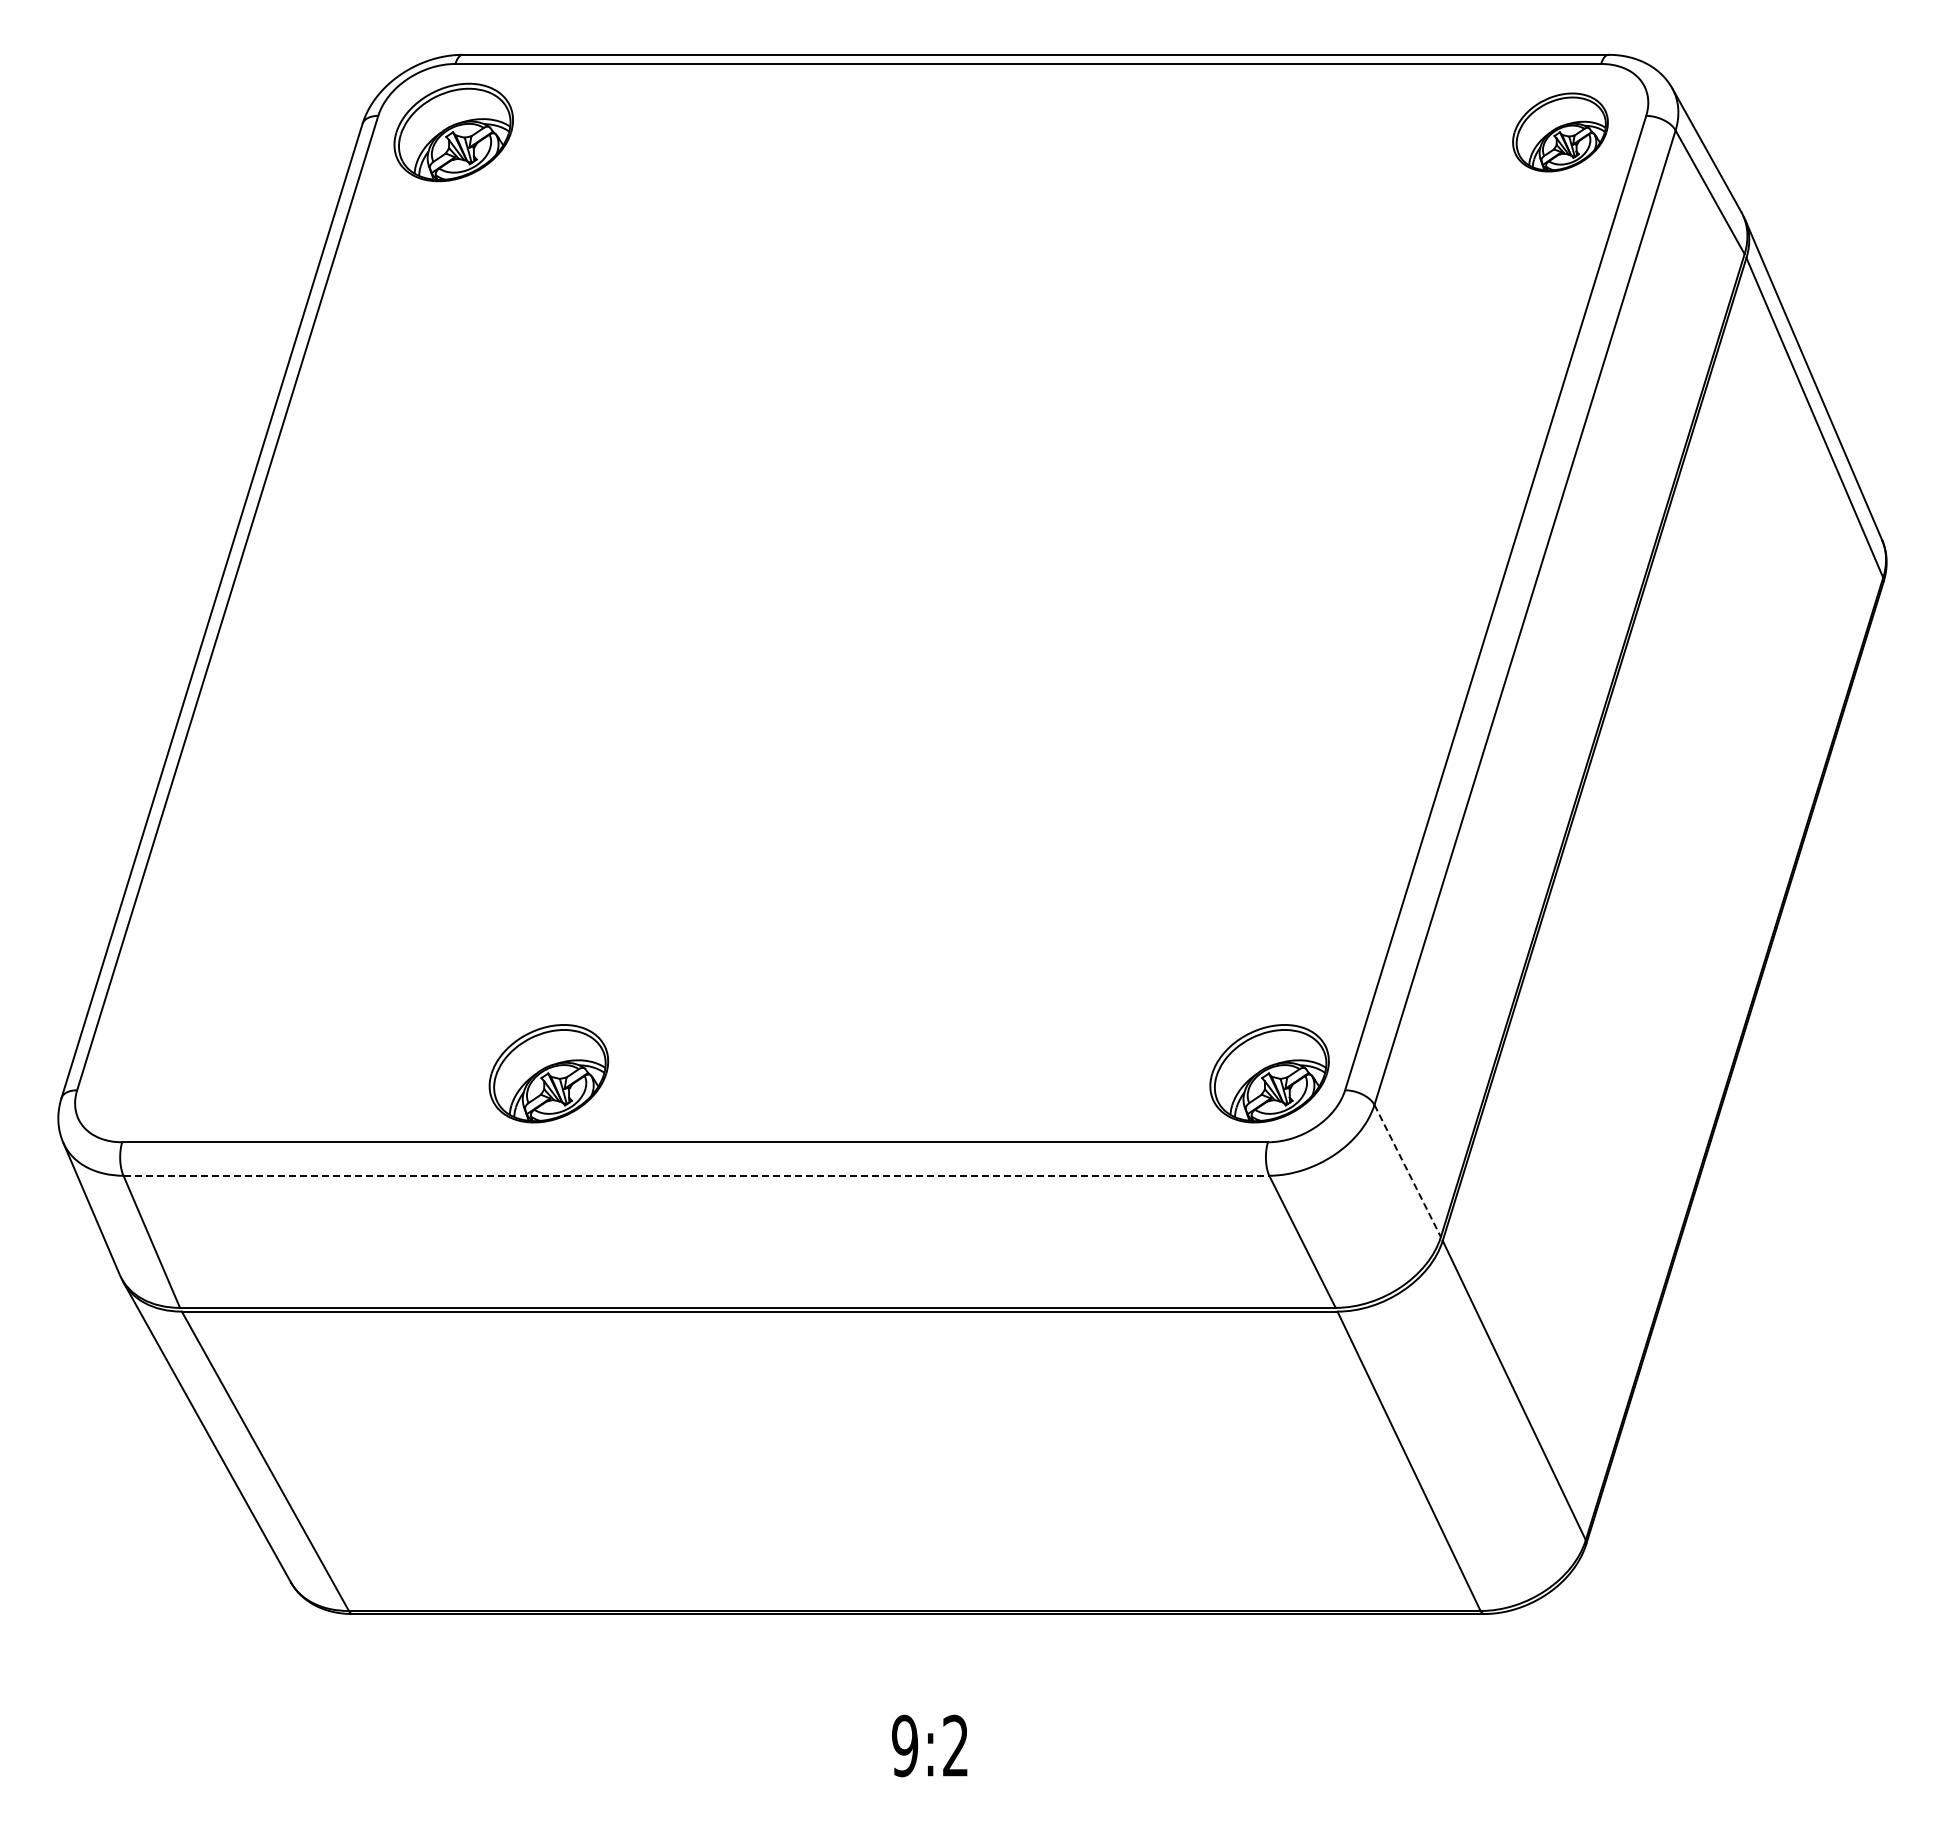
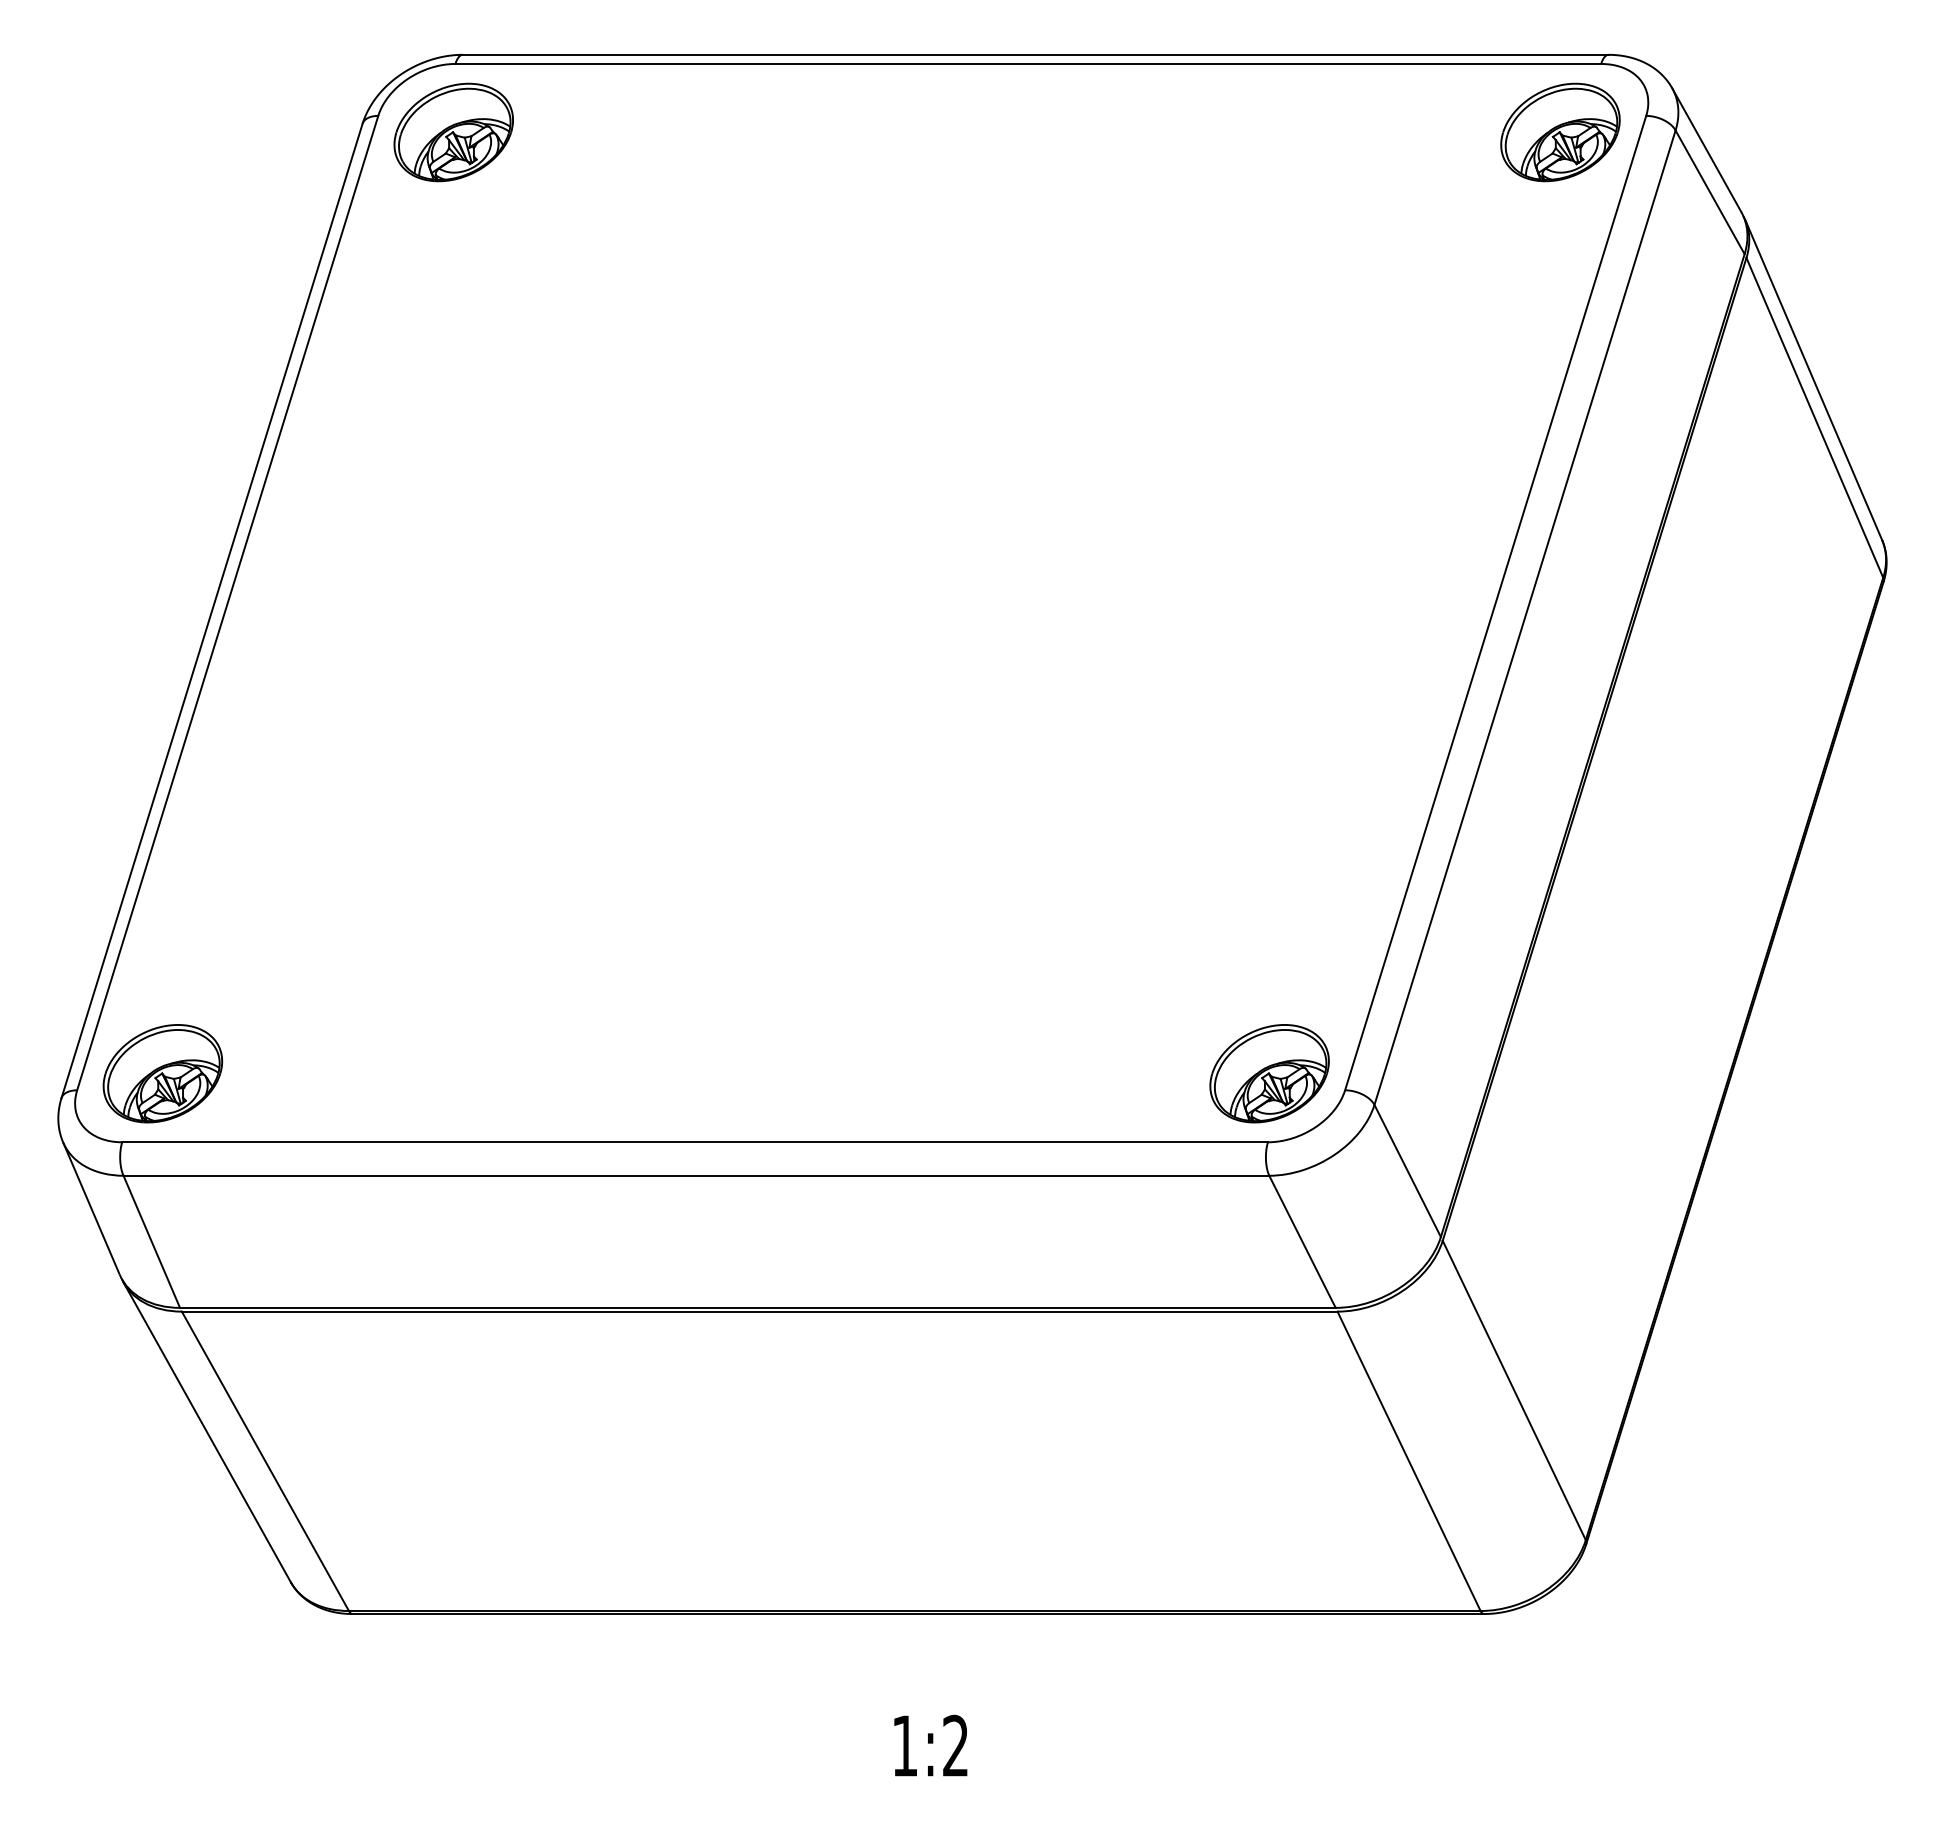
part at (1560, 132) size: 97x81 px -> 121x101 px
part at (548, 1073) position: (548, 1073) -> (162, 1073)
line at (1407, 1170): dashed -> solid
line at (696, 1175): dashed -> solid
text at (905, 1745): 9:2 -> 1:2
